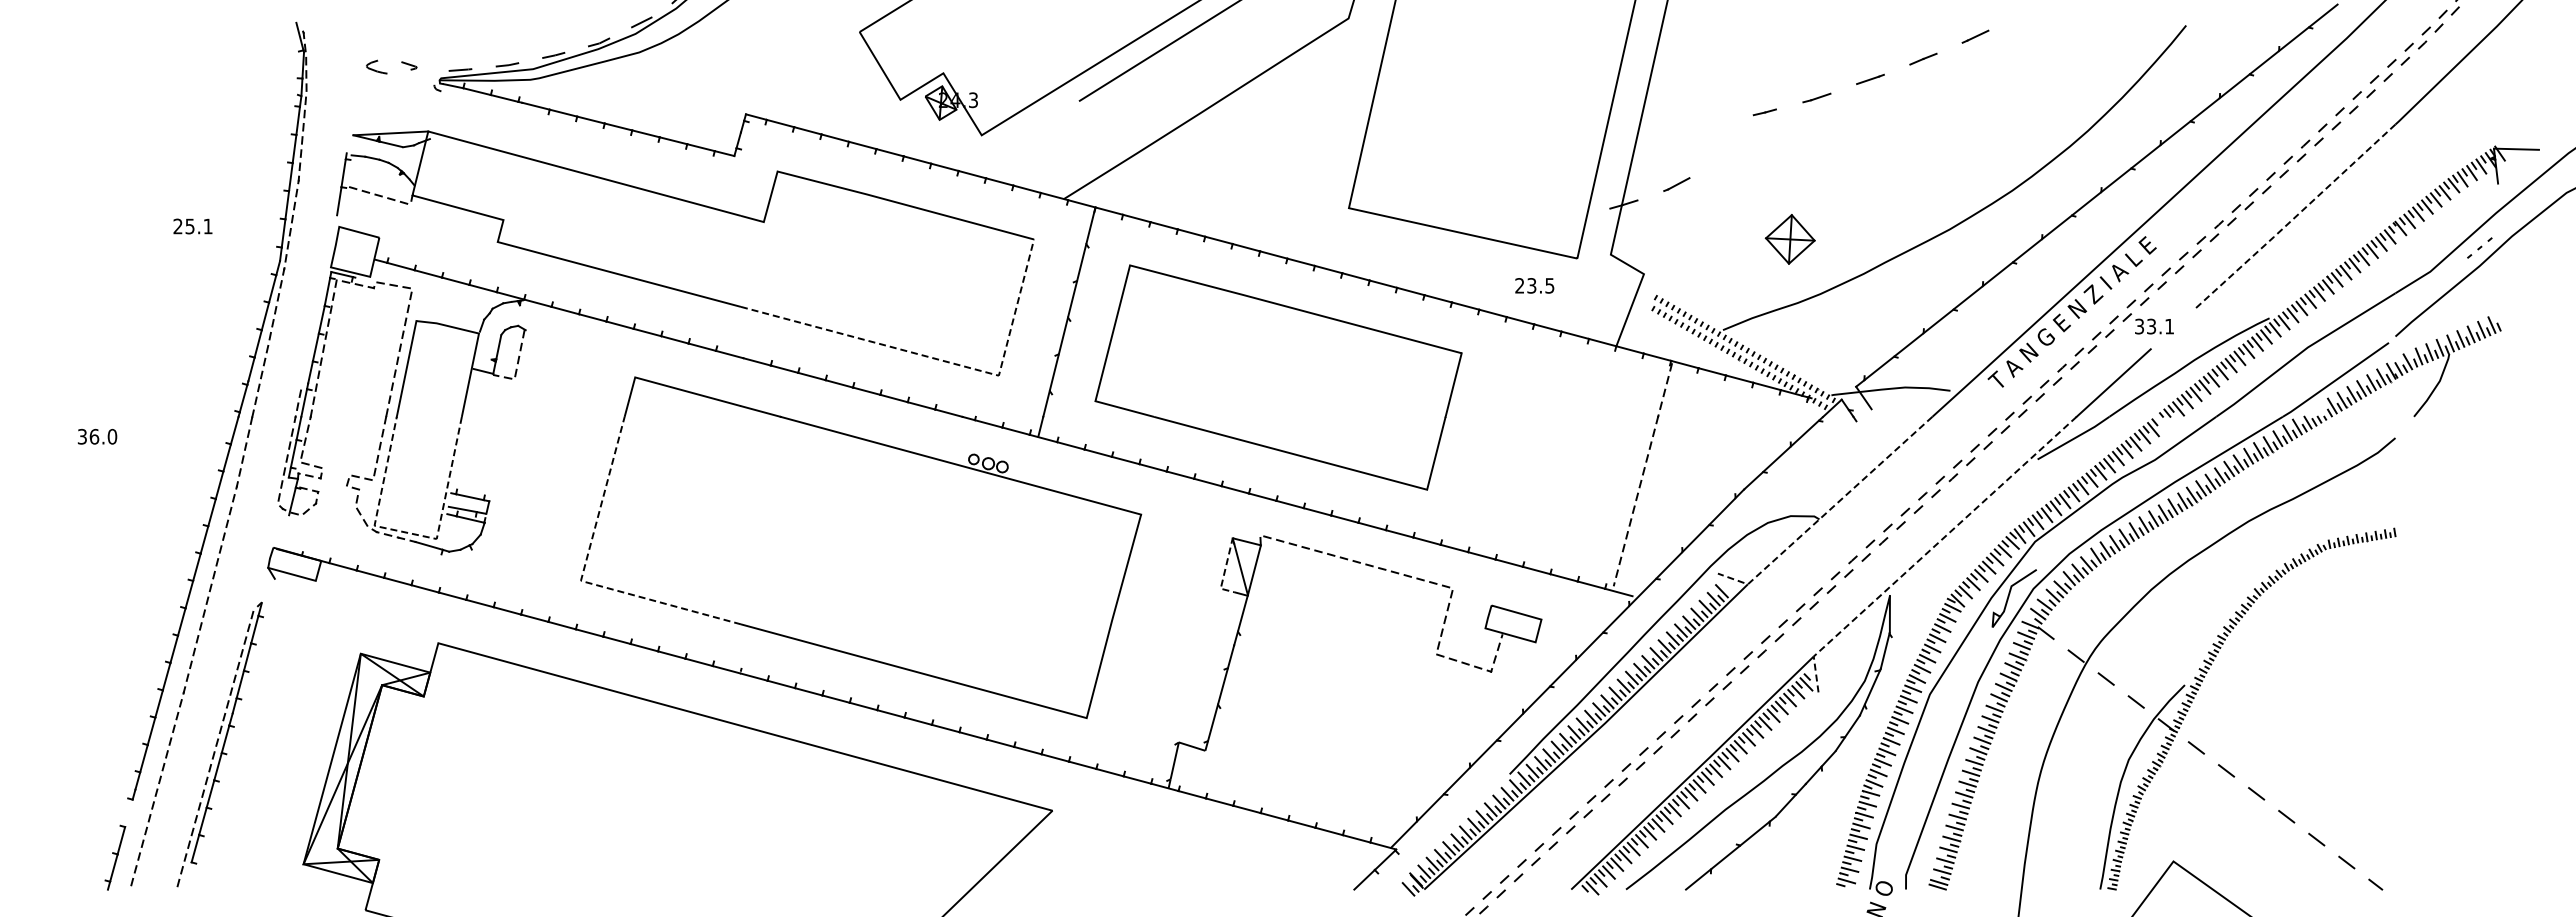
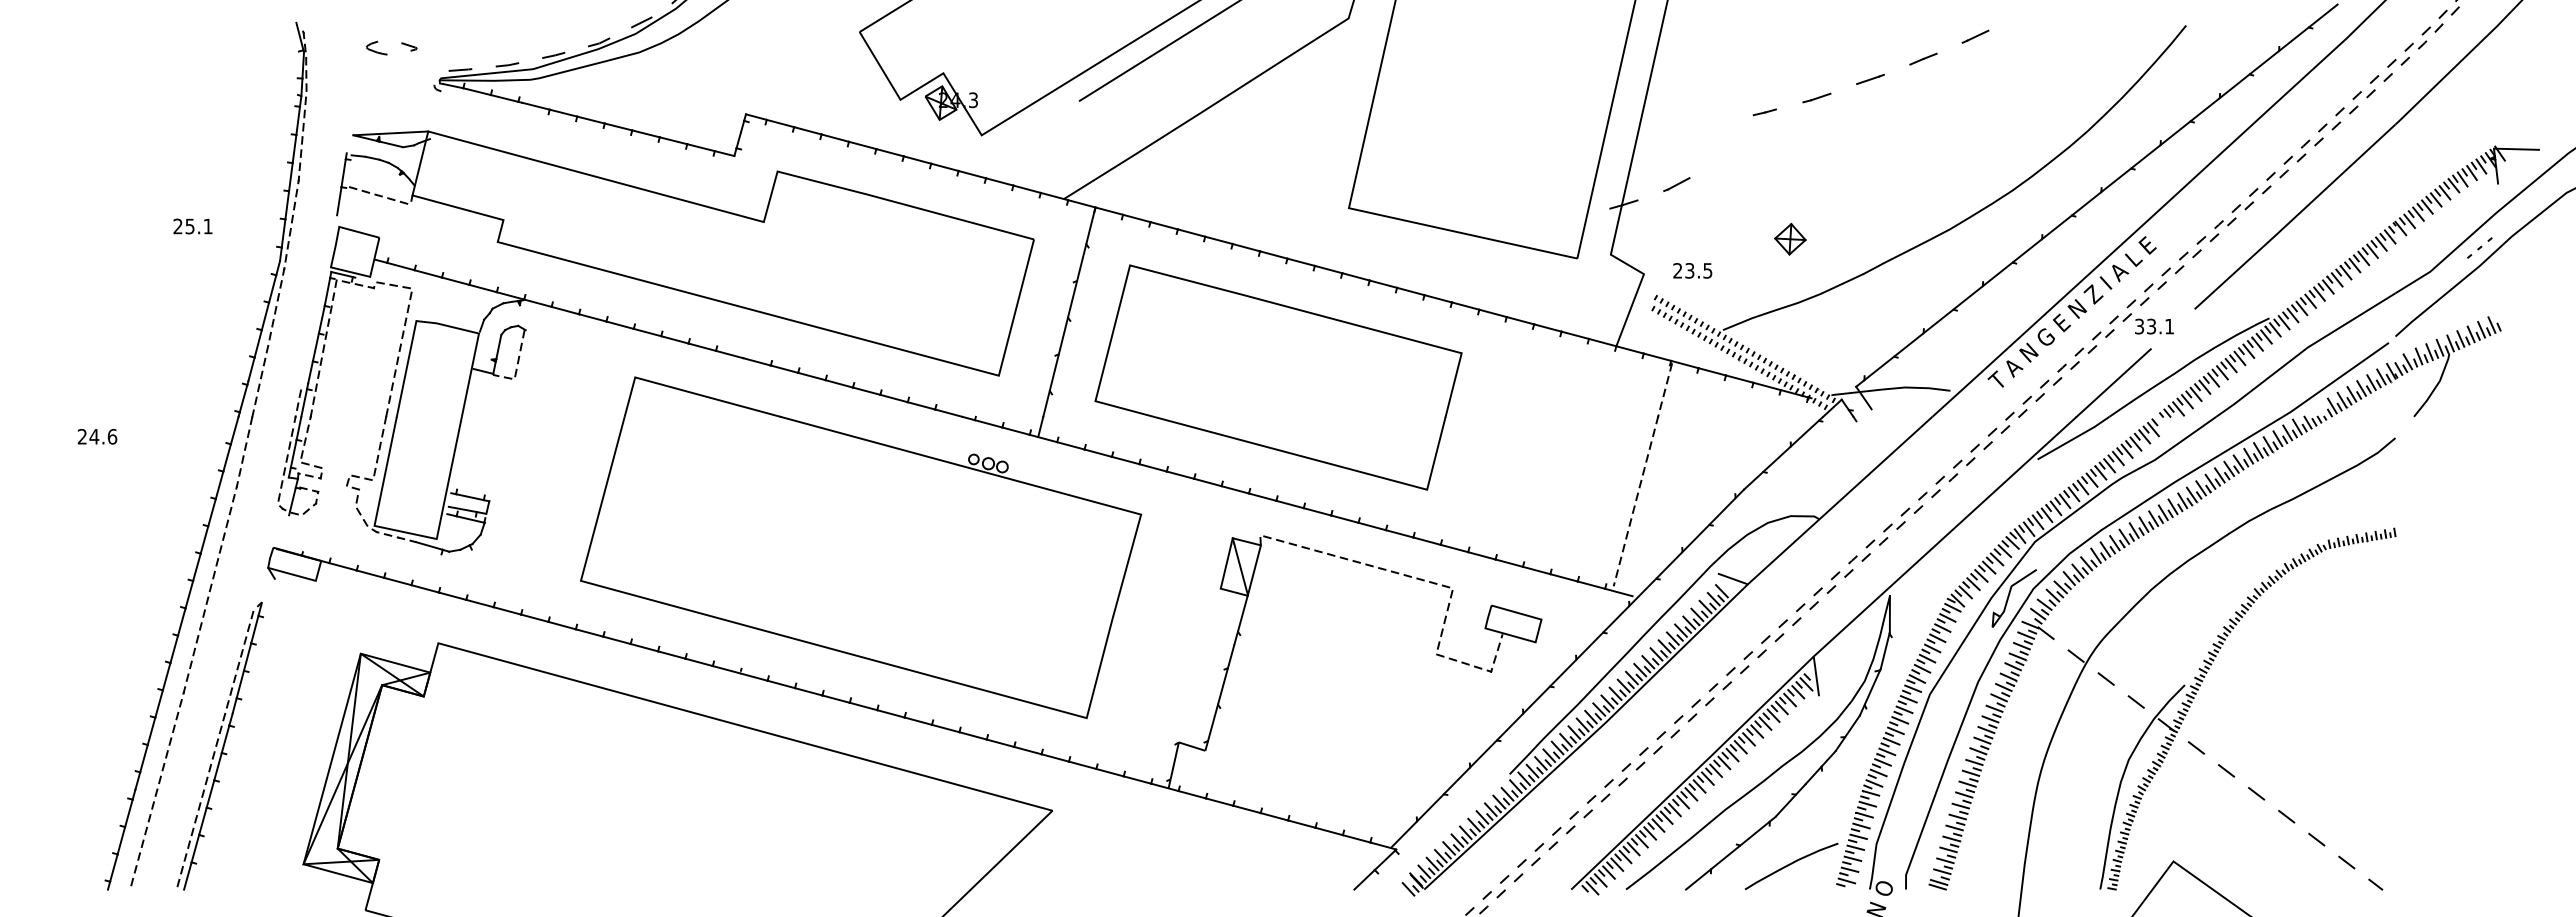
part at (387, 72) position: (387, 72) -> (387, 53)
line at (2294, 217): dashed -> solid
part at (1789, 239) size: 52x51 px -> 33x34 px
text at (1534, 285) position: (1534, 285) -> (1692, 270)
line at (939, 359): dashed -> solid
text at (97, 436): 36.0 -> 24.6
line at (1827, 511): dashed -> solid
line at (411, 533): dashed -> solid
line at (1929, 550): dashed -> solid
line at (1225, 569): dashed -> solid
line at (581, 578): dashed -> solid
line at (128, 813): none -> present
curve at (1790, 865): none -> present
line at (187, 875): none -> present
